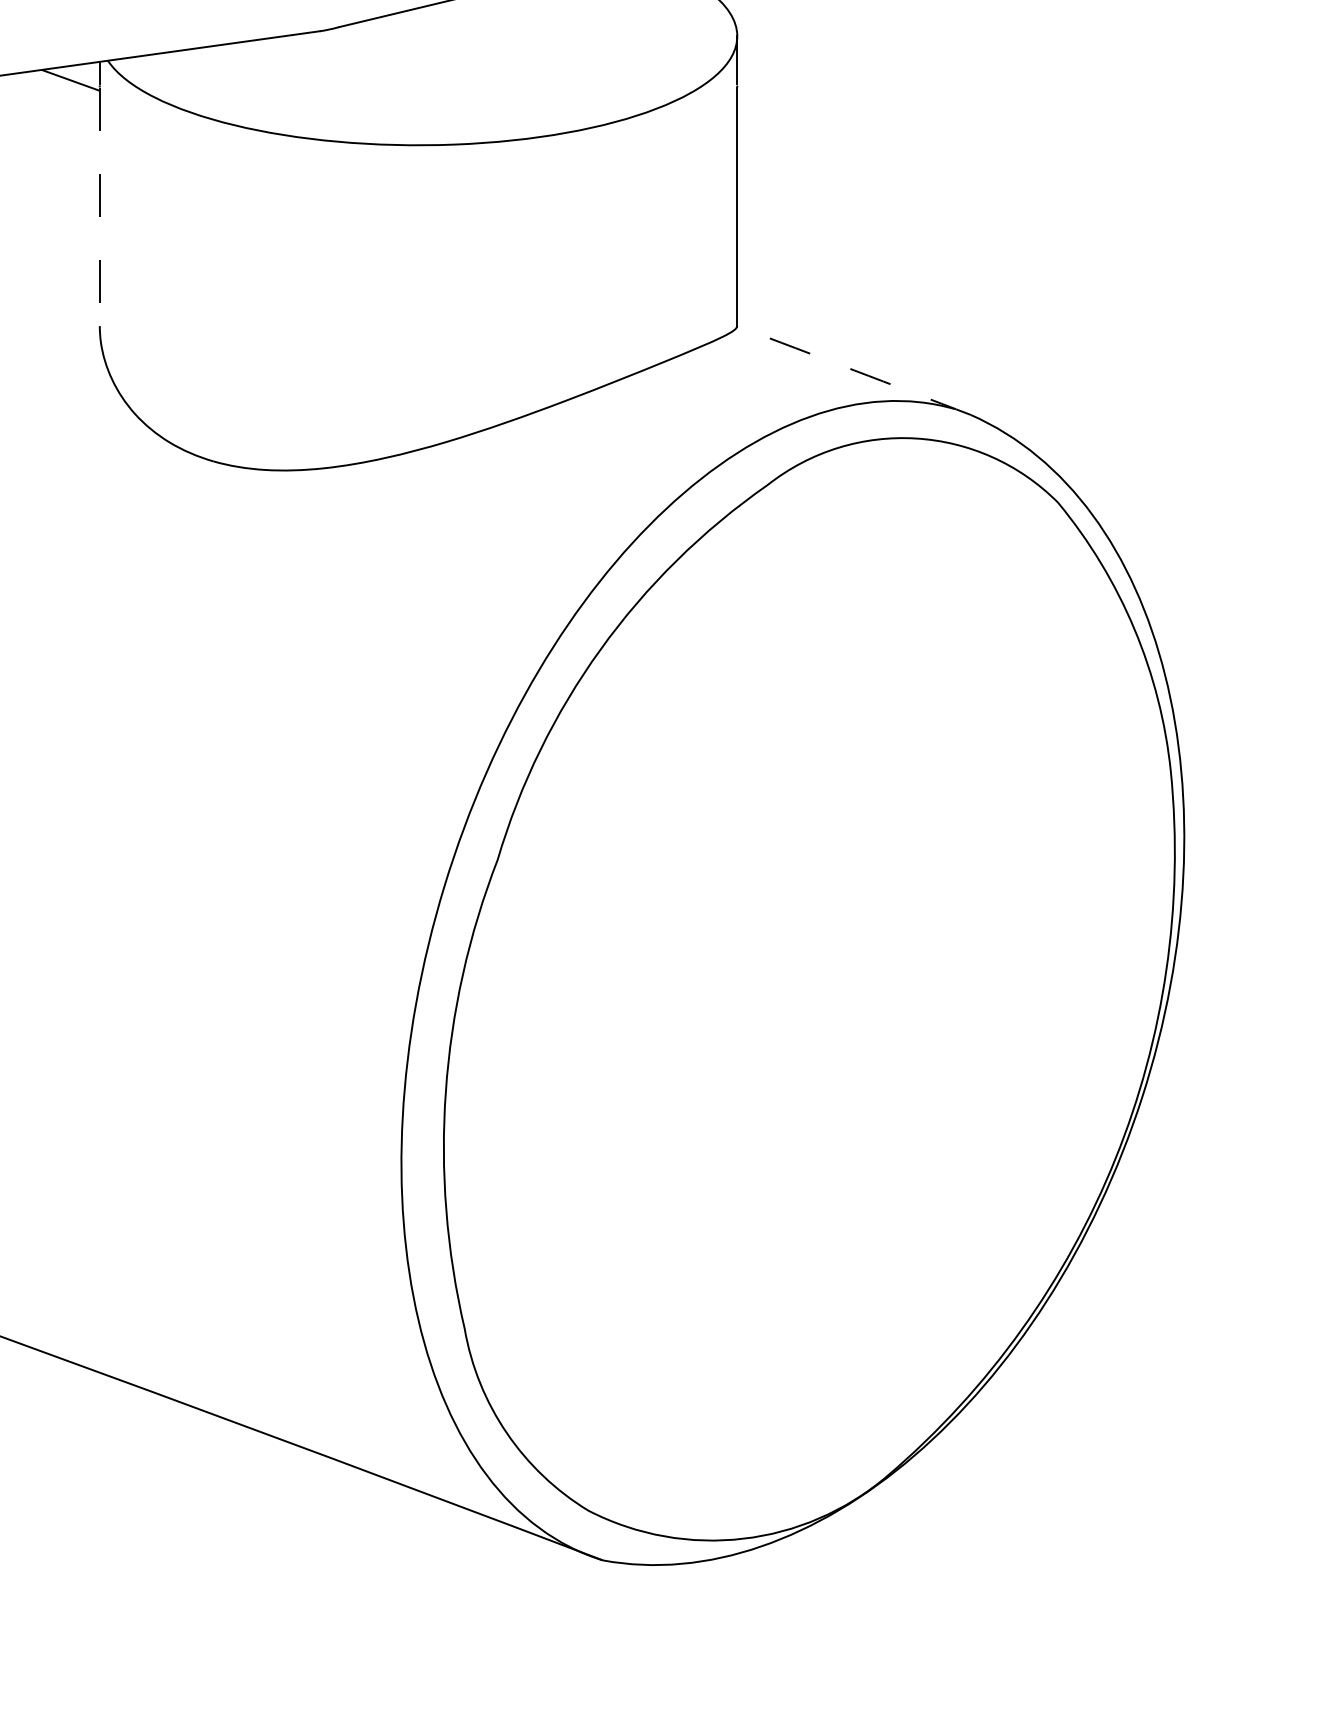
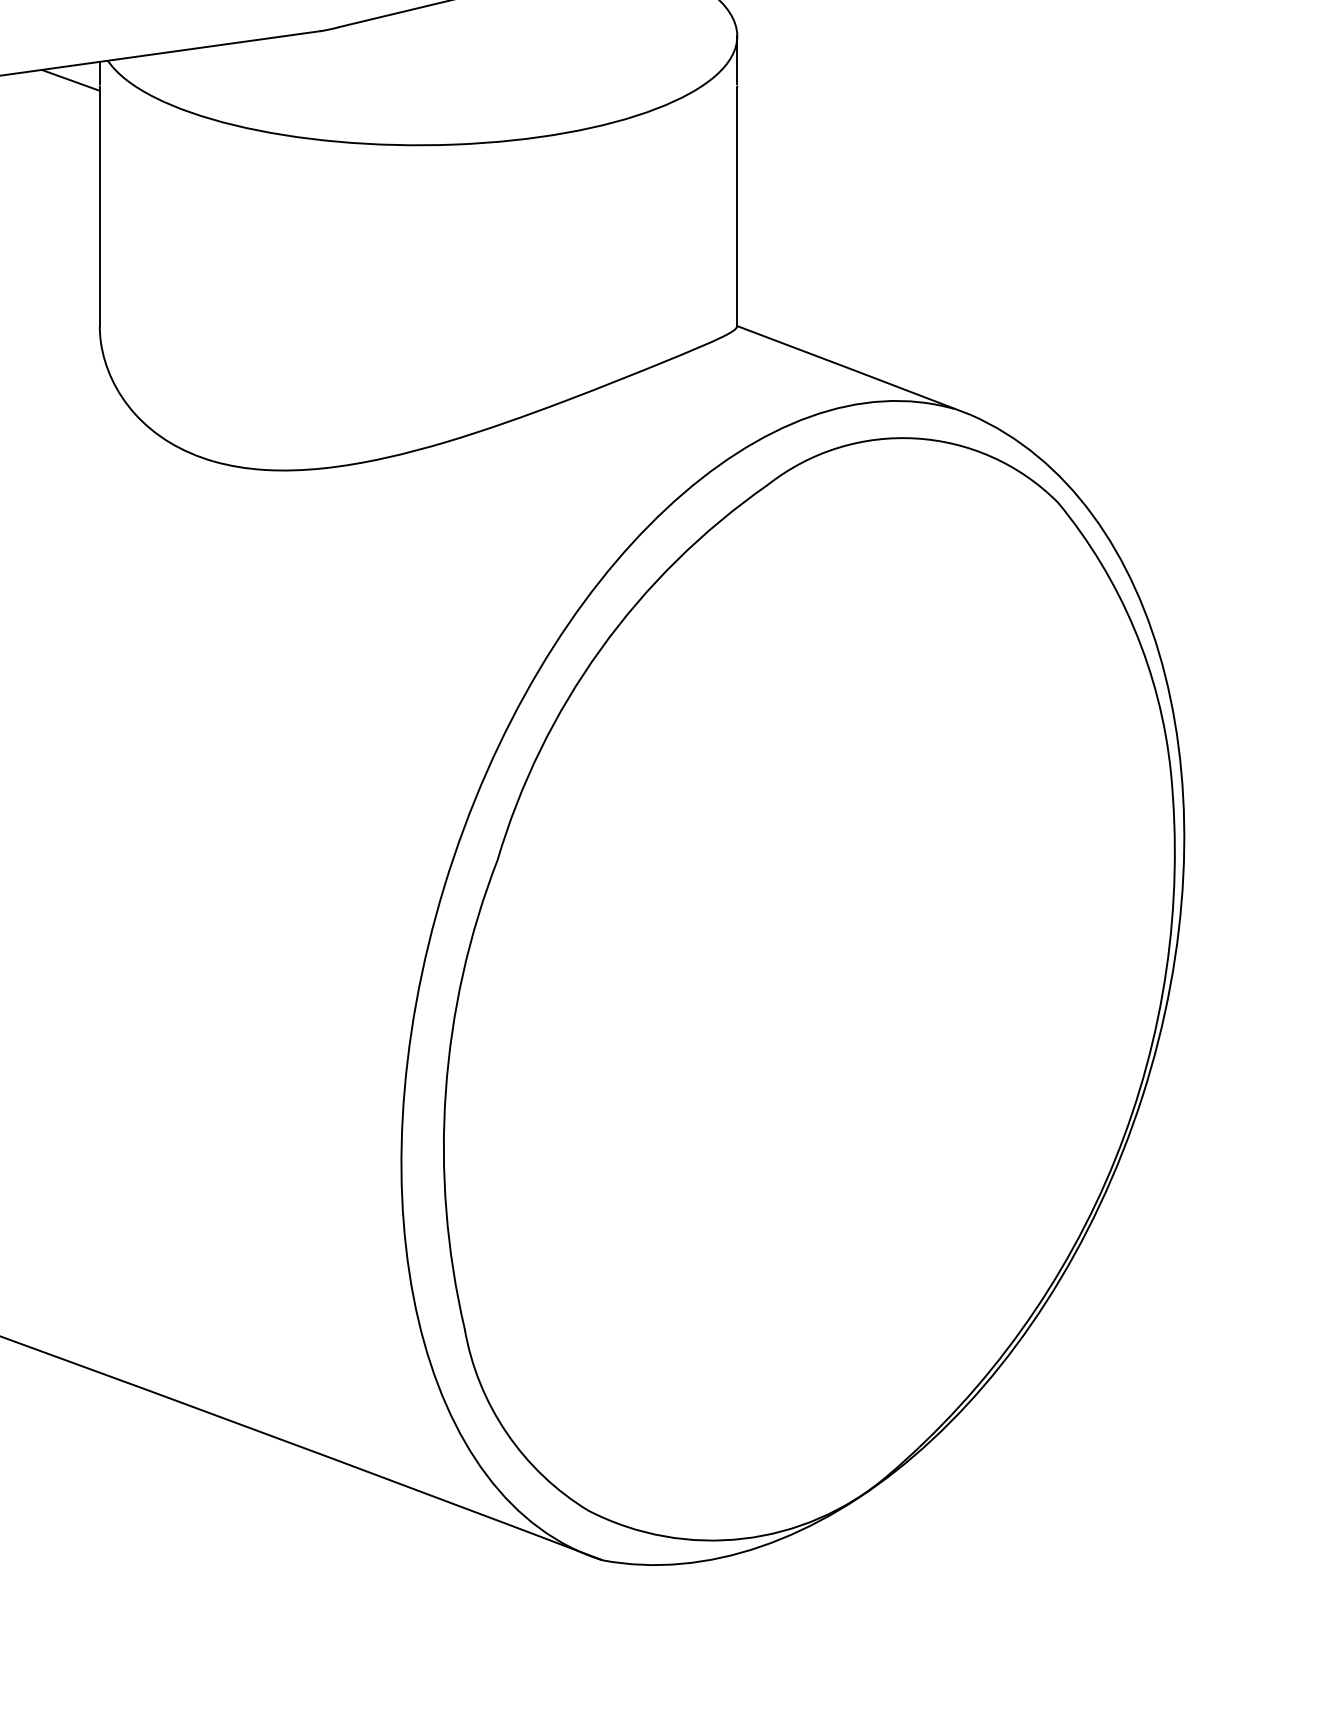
line at (99, 207): dashed -> solid
arc at (854, 370): dashed -> solid
